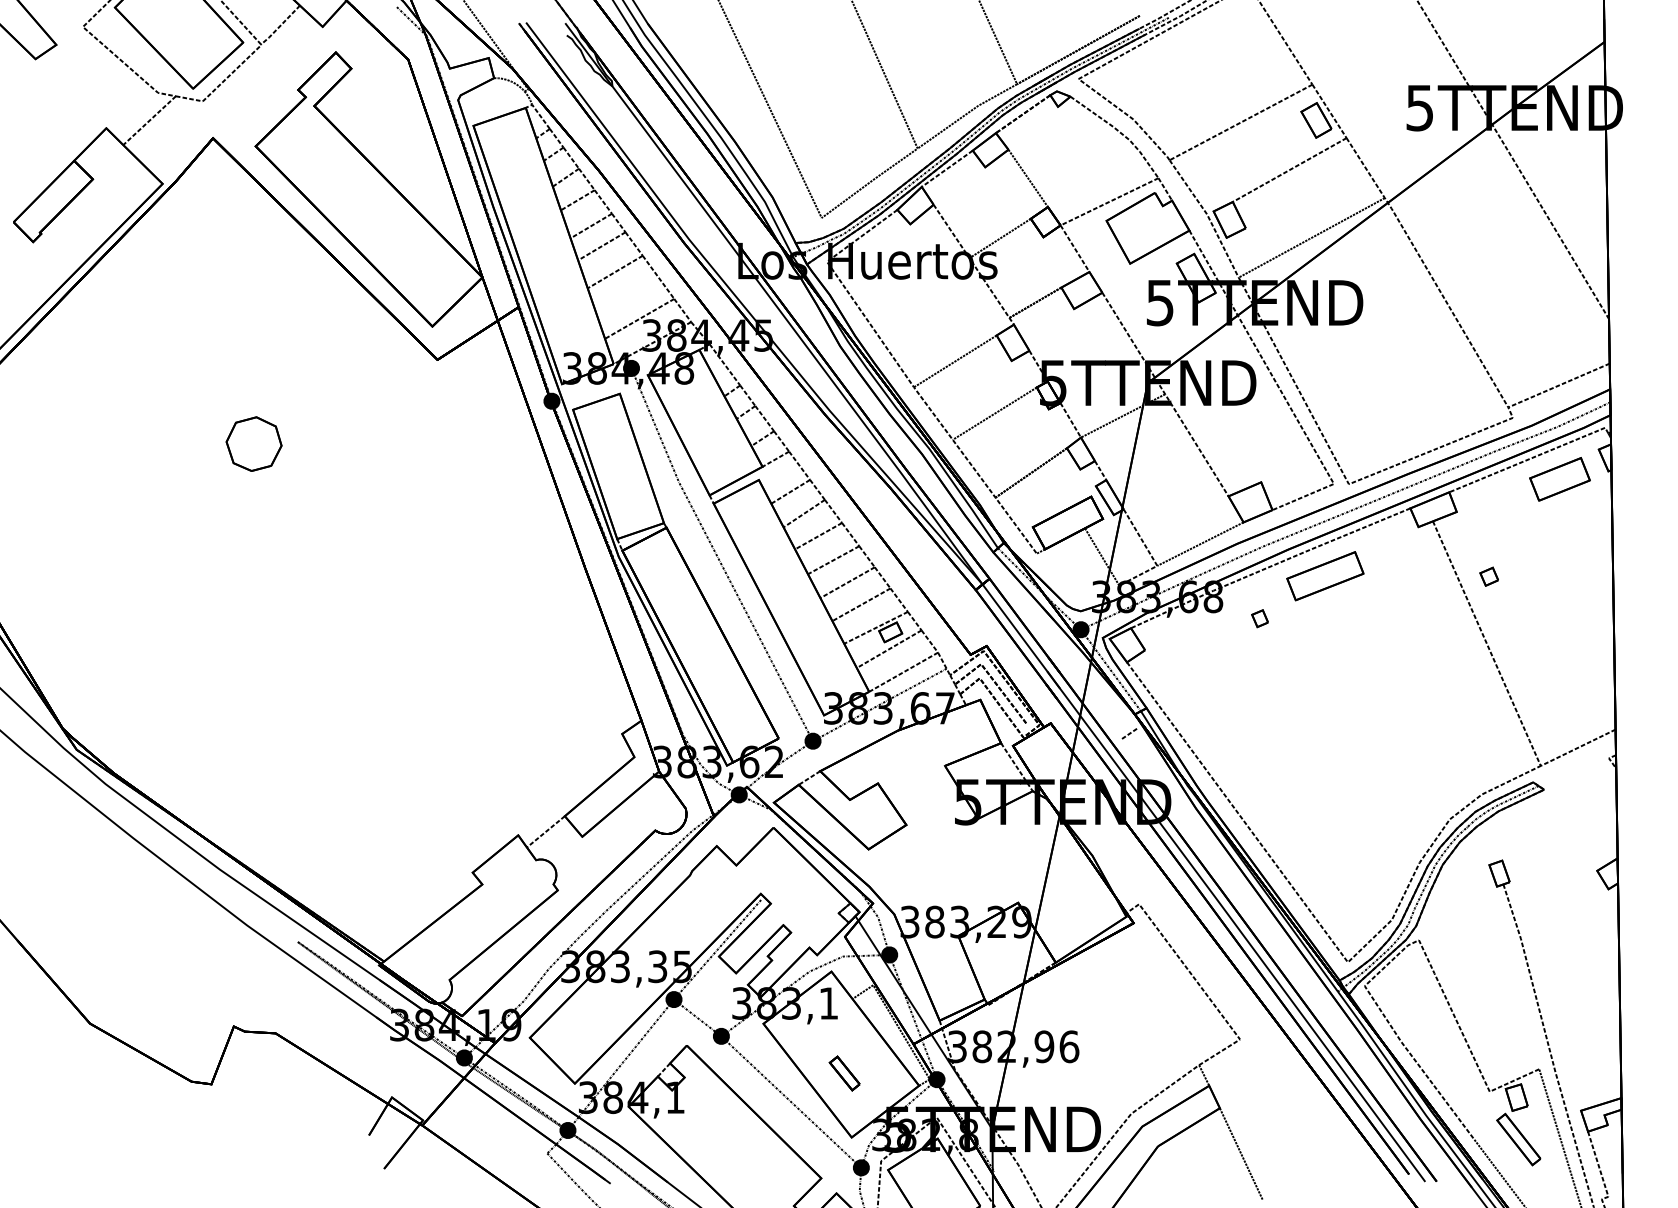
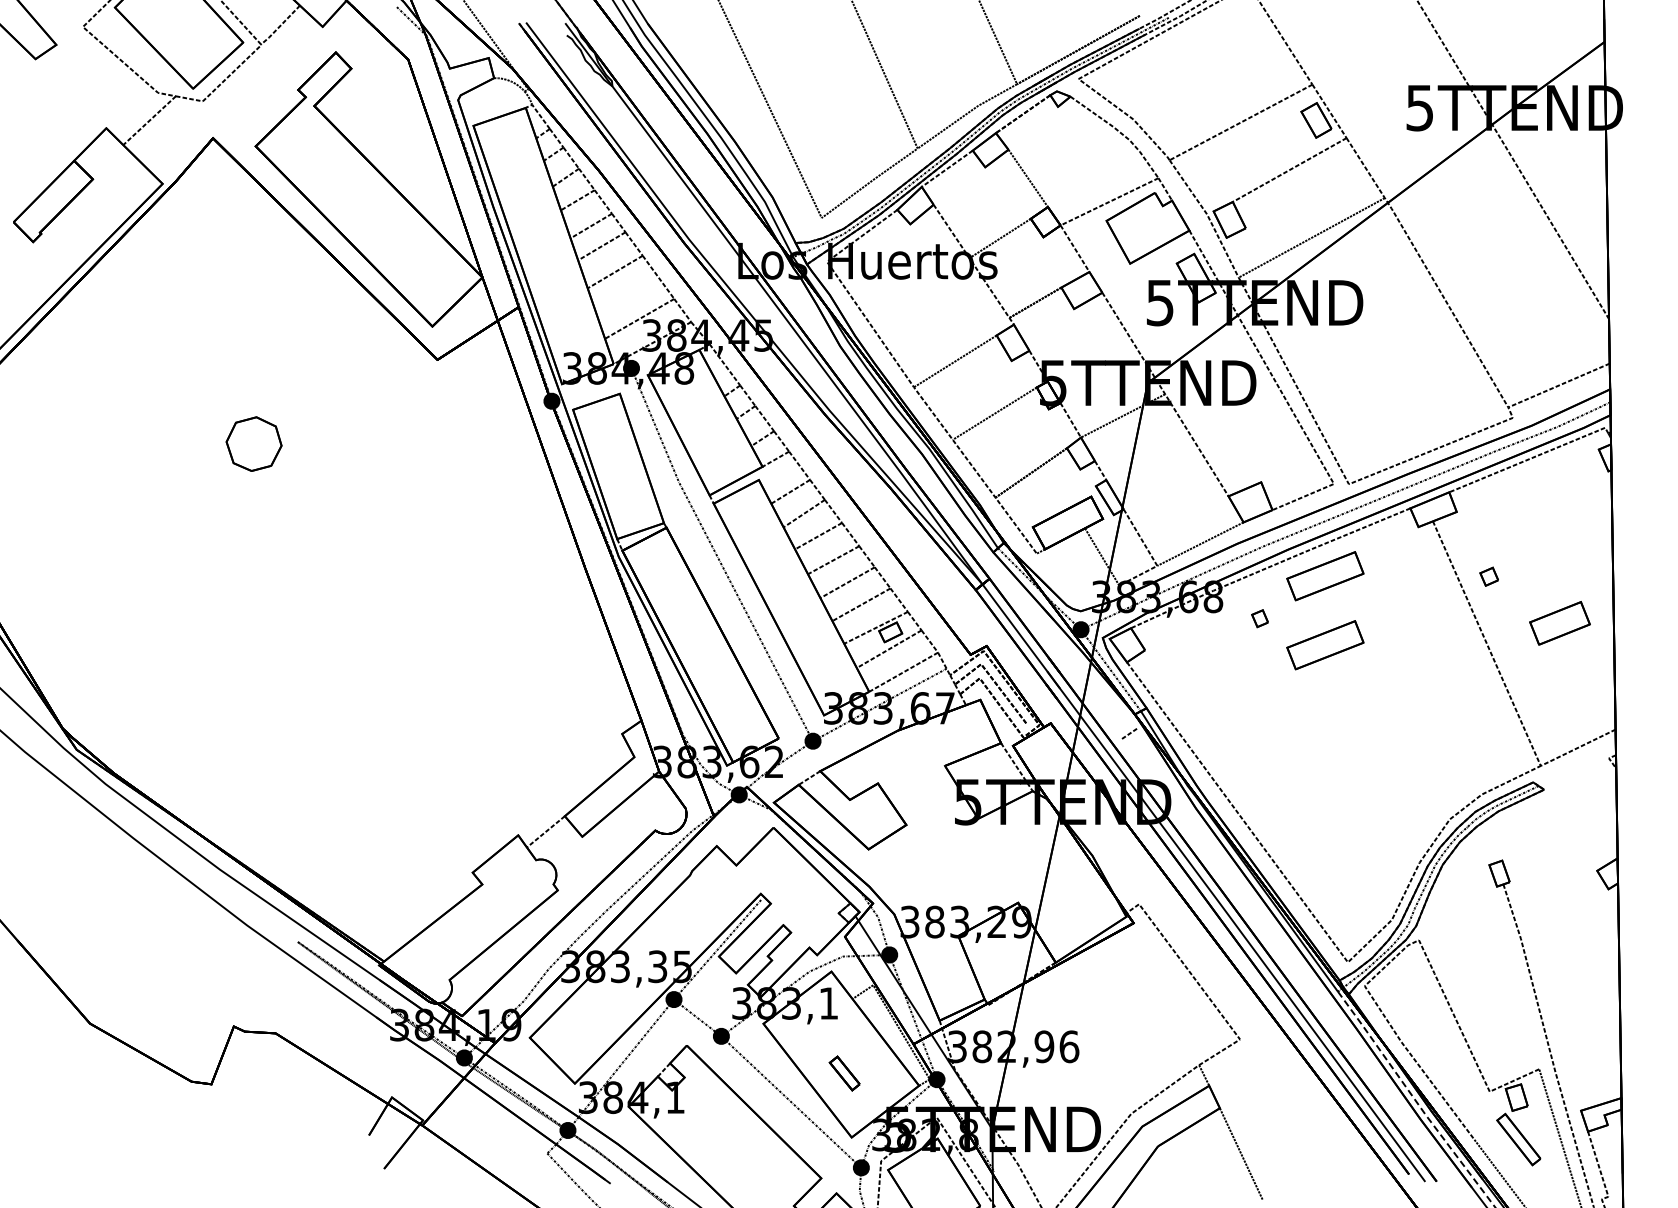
part at (1559, 479) position: (1559, 479) -> (1559, 623)
part at (1325, 645): none -> present
line at (1415, 1100): solid -> dashed
